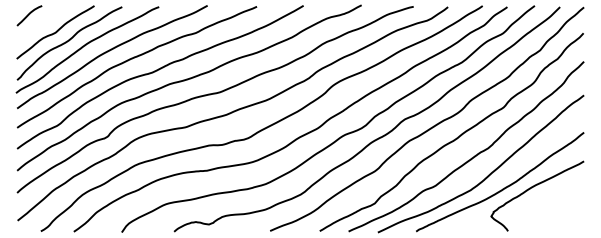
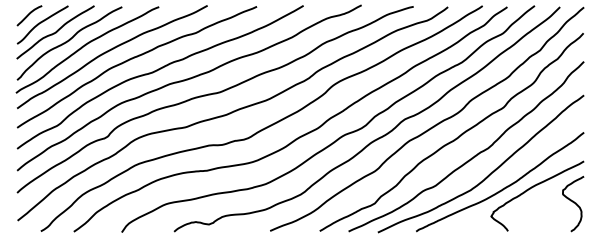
curve at (41, 23): none -> present
curve at (573, 203): none -> present
